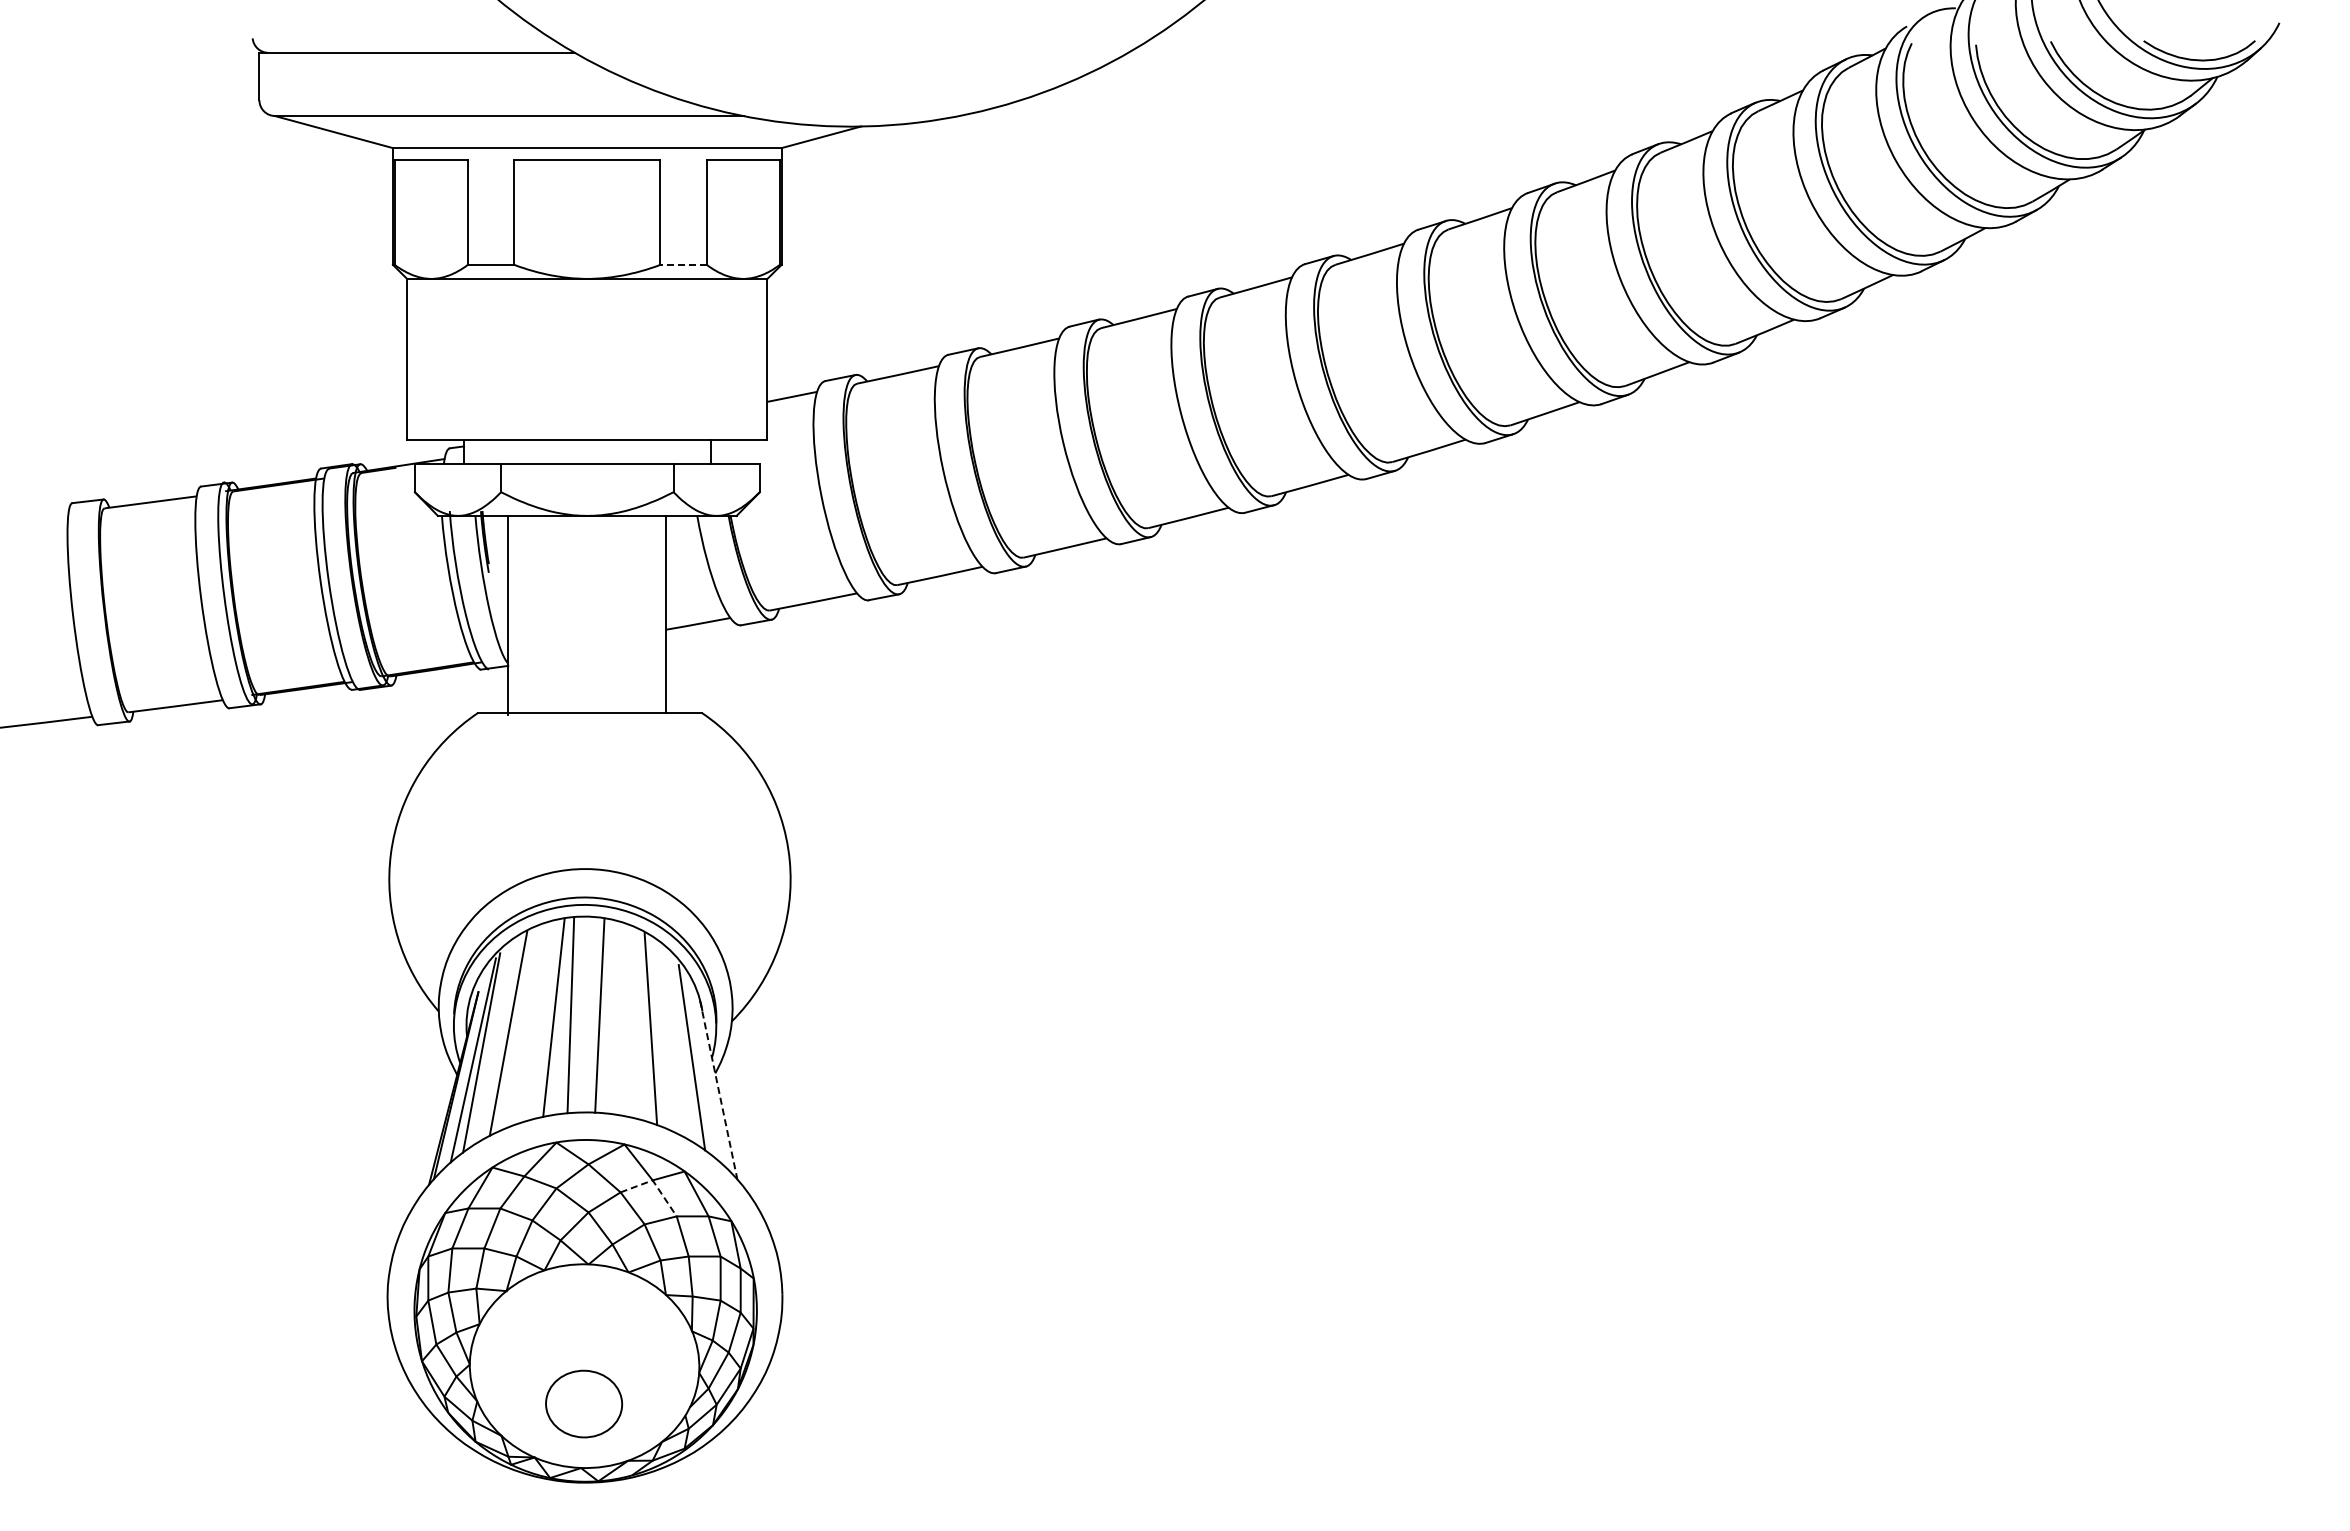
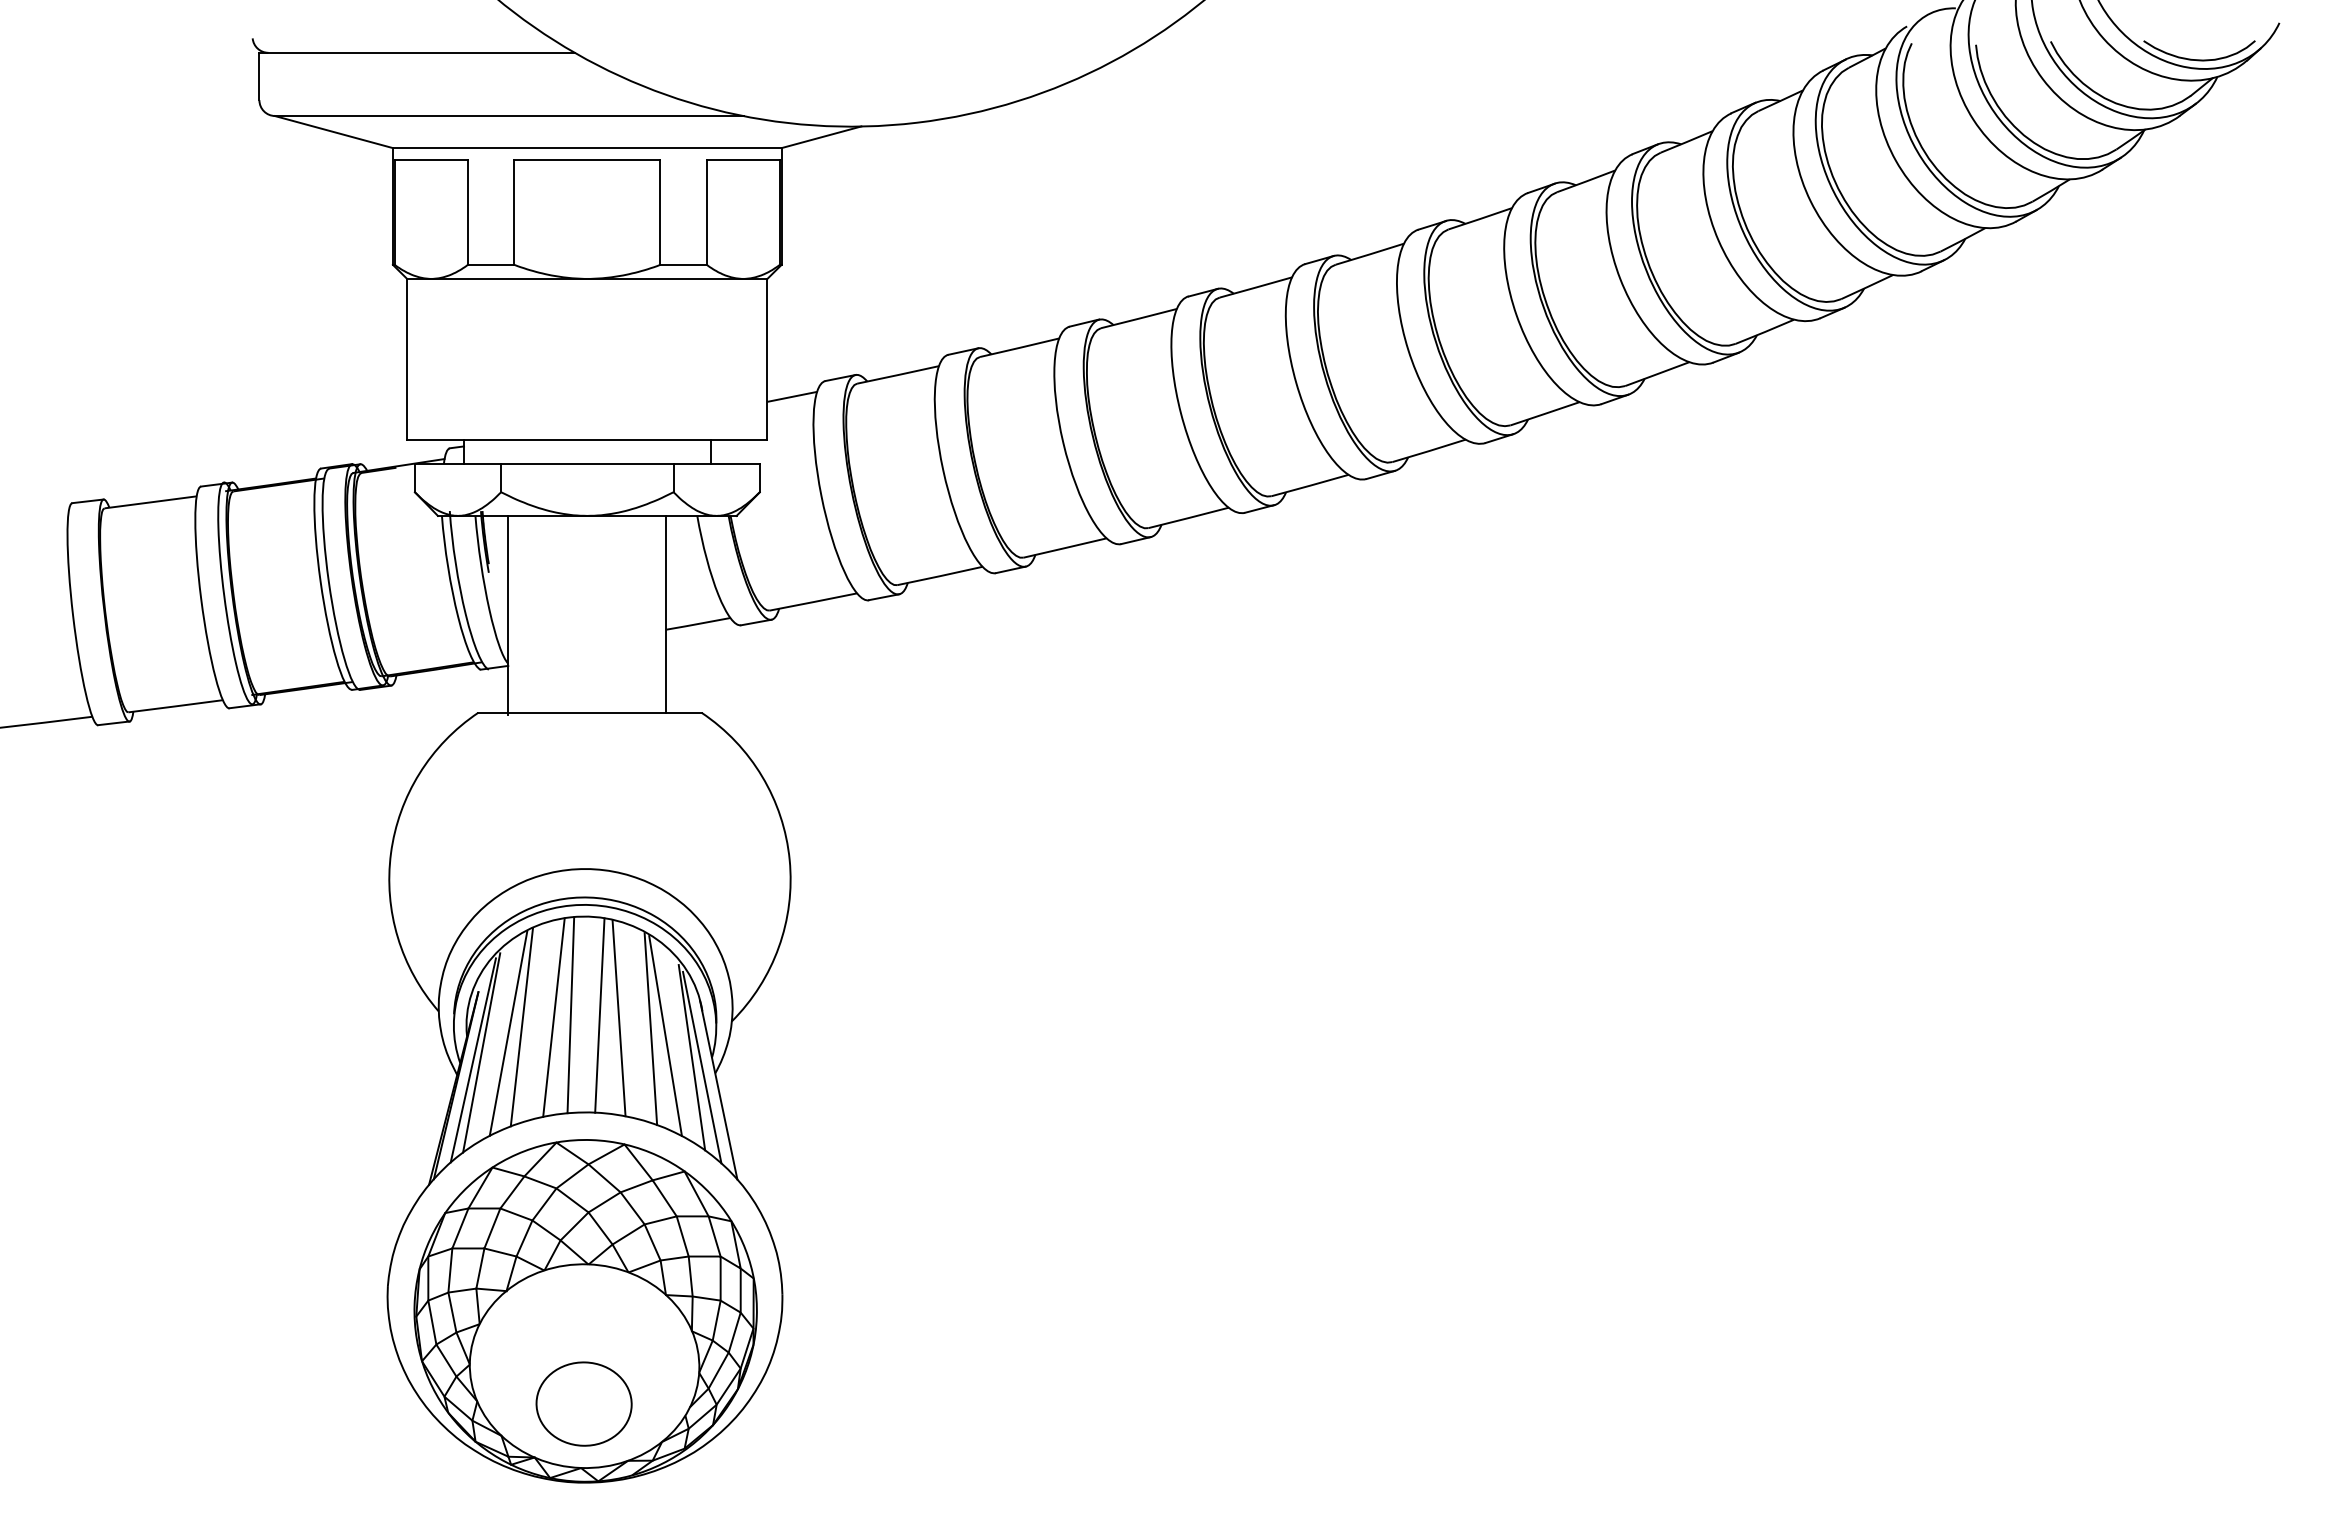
line at (683, 264): dashed -> solid
line at (618, 1018): none -> present
line at (521, 1027): none -> present
line at (665, 1035): none -> present
line at (702, 1067): none -> present
line at (718, 1090): dashed -> solid
line at (654, 1183): dashed -> solid
part at (584, 1403) size: 79x70 px -> 98x86 px
